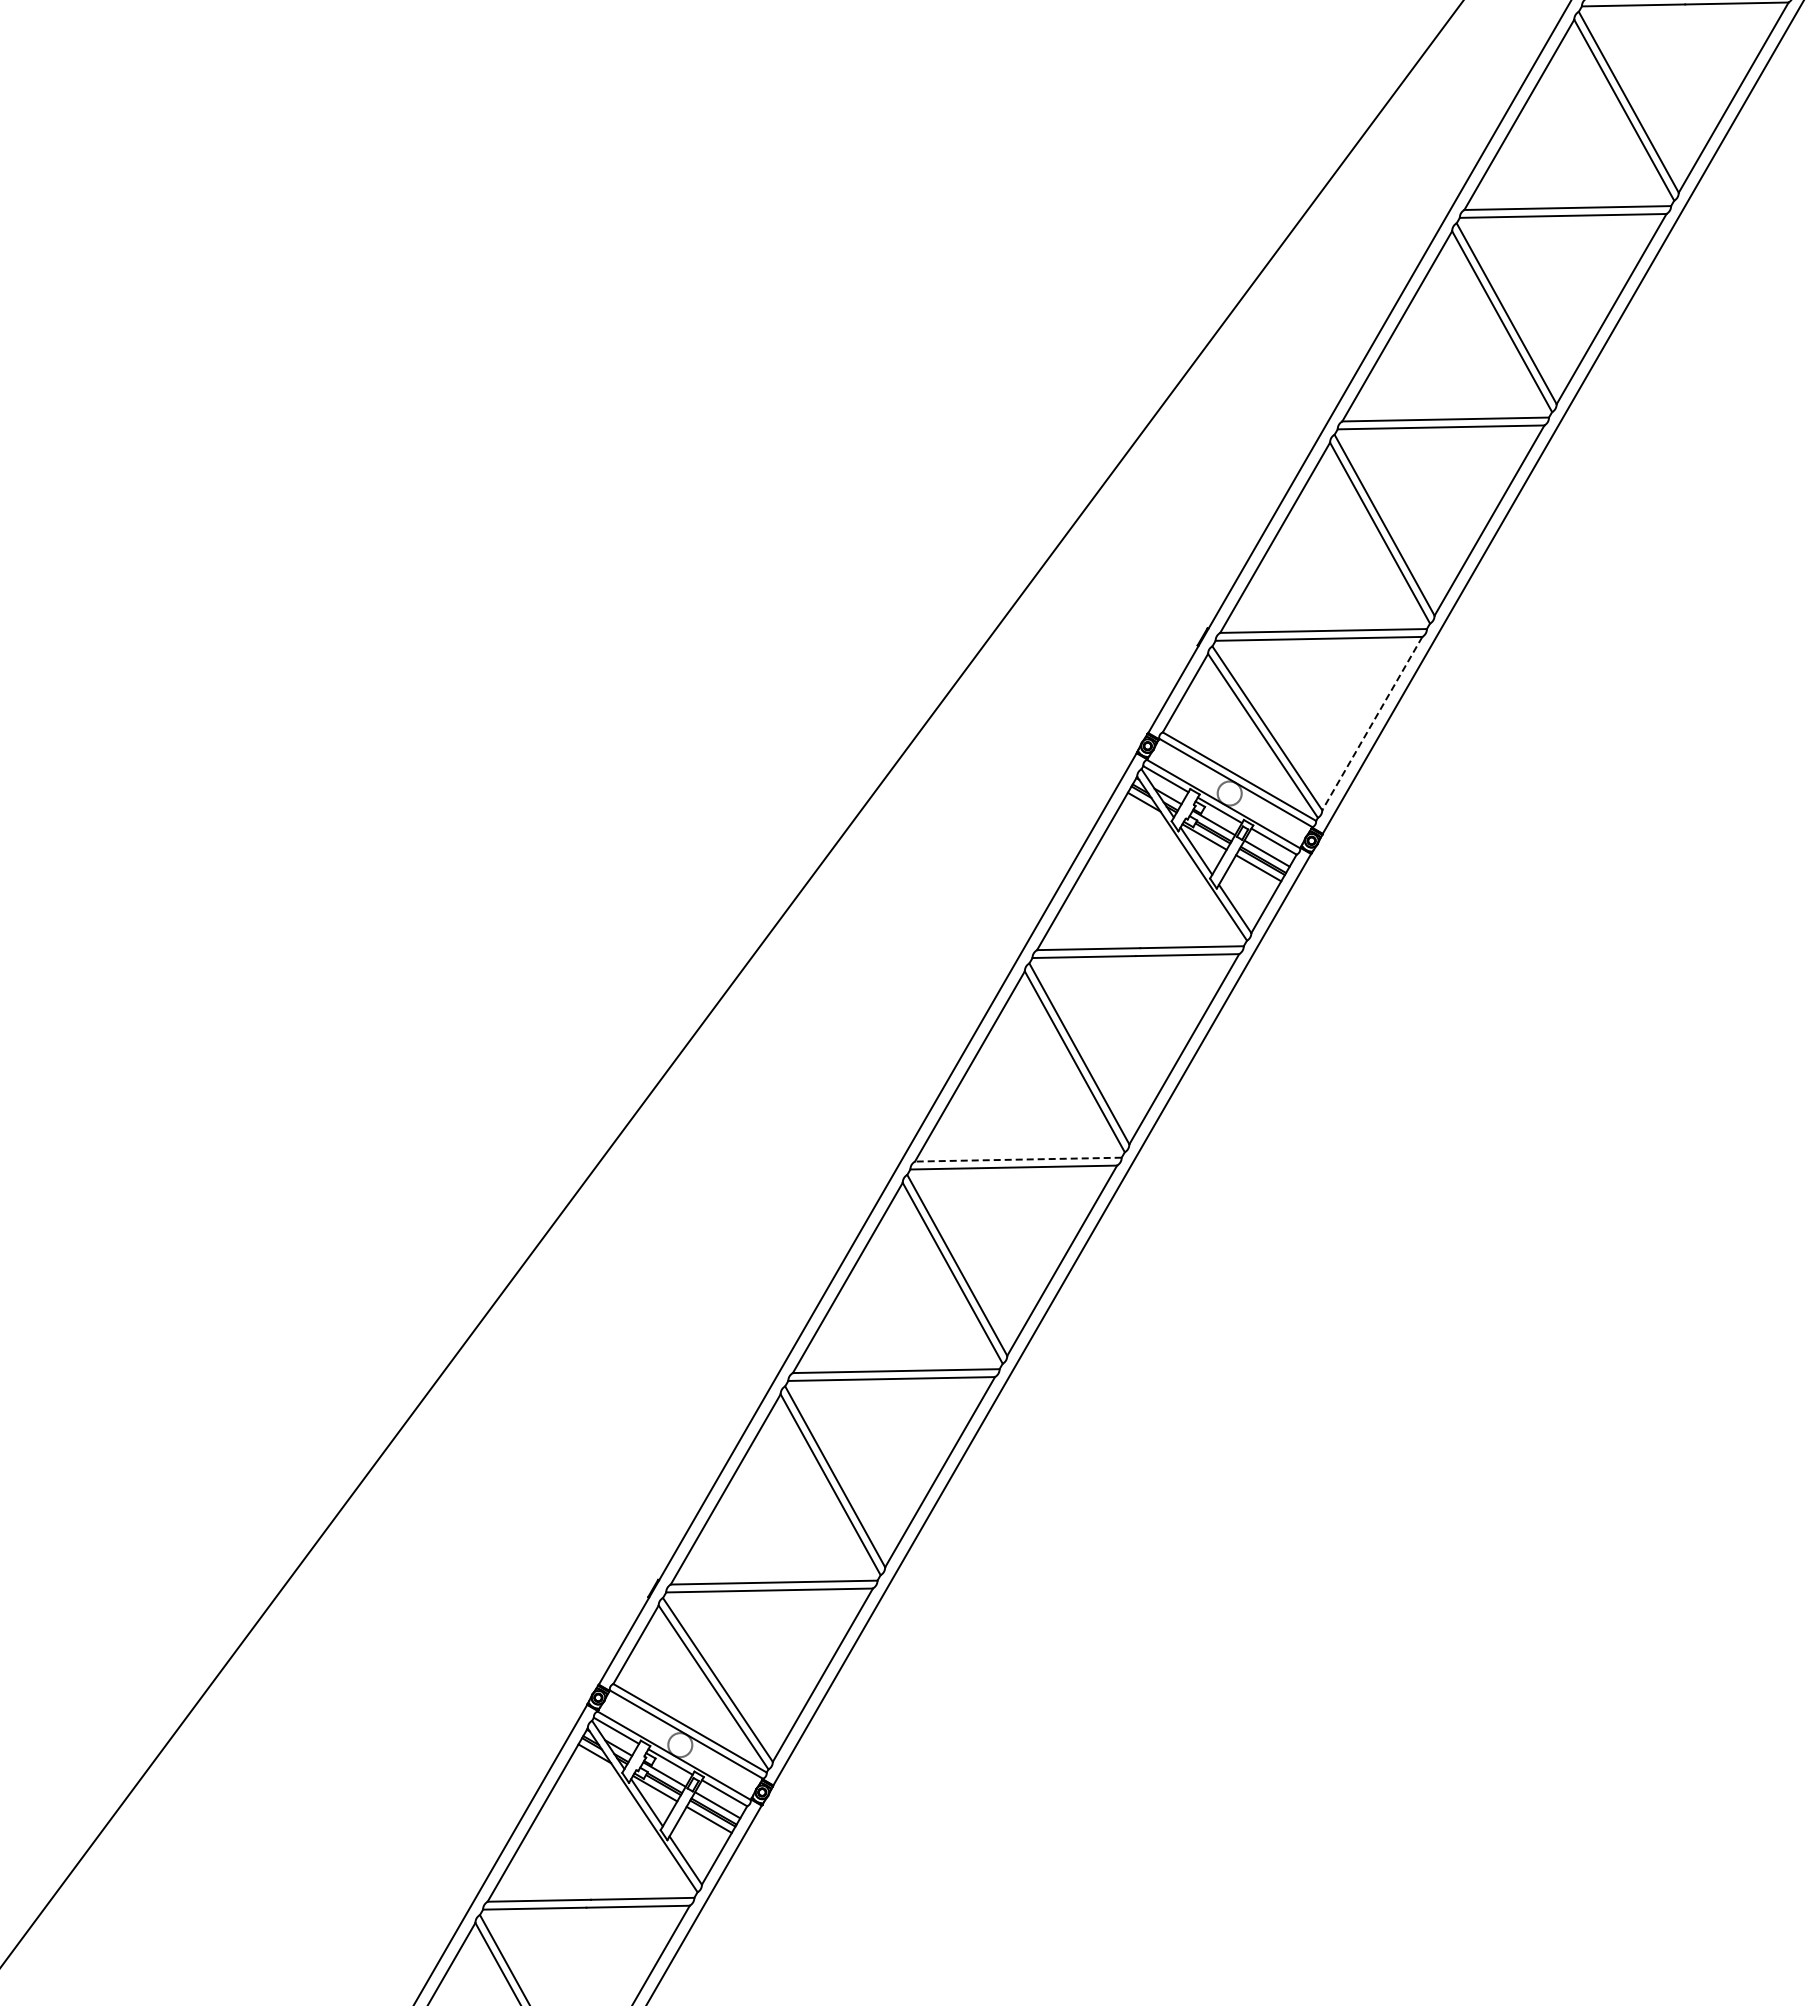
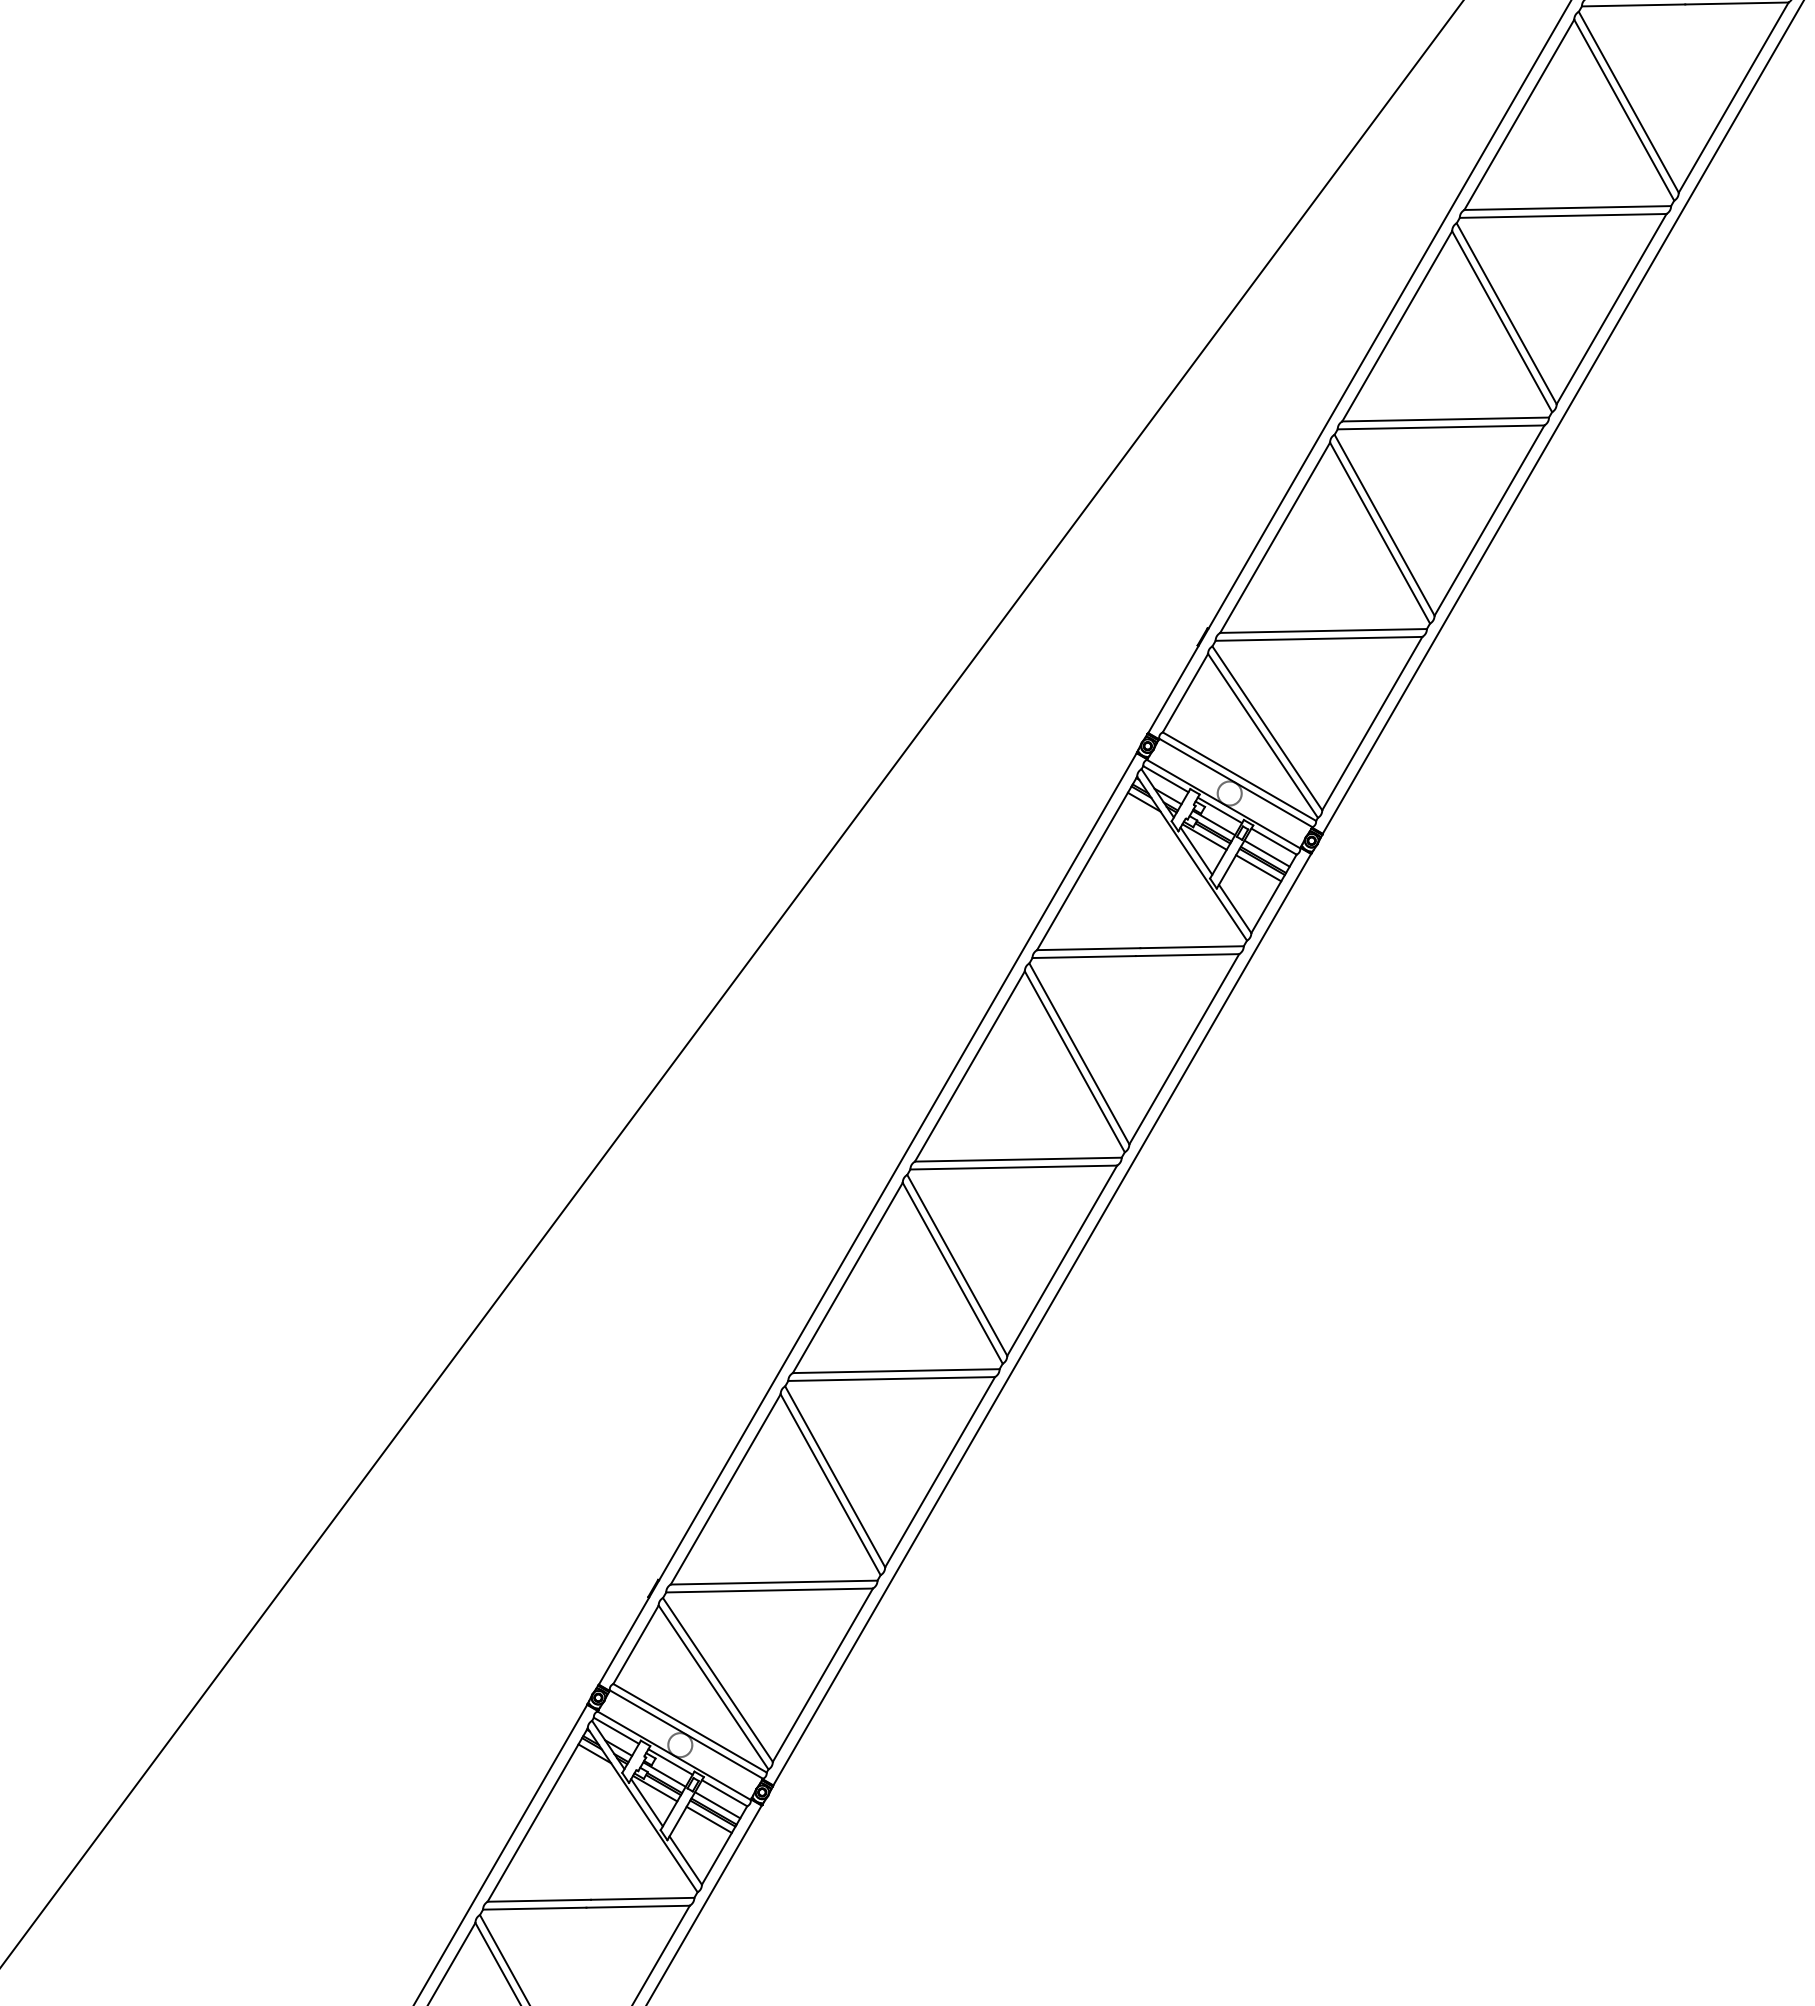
line at (1372, 724): dashed -> solid
line at (1017, 1159): dashed -> solid
